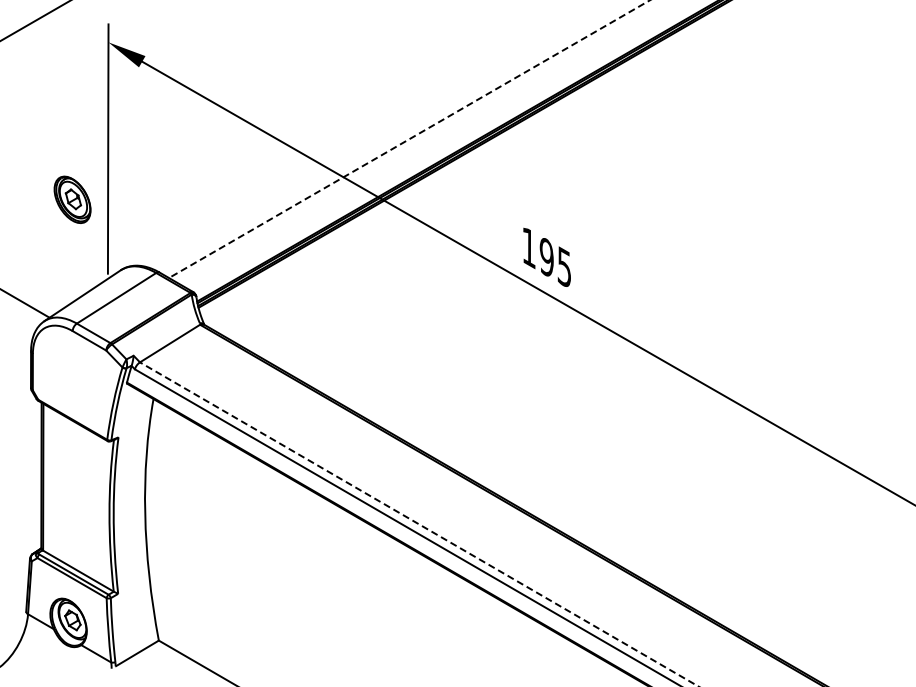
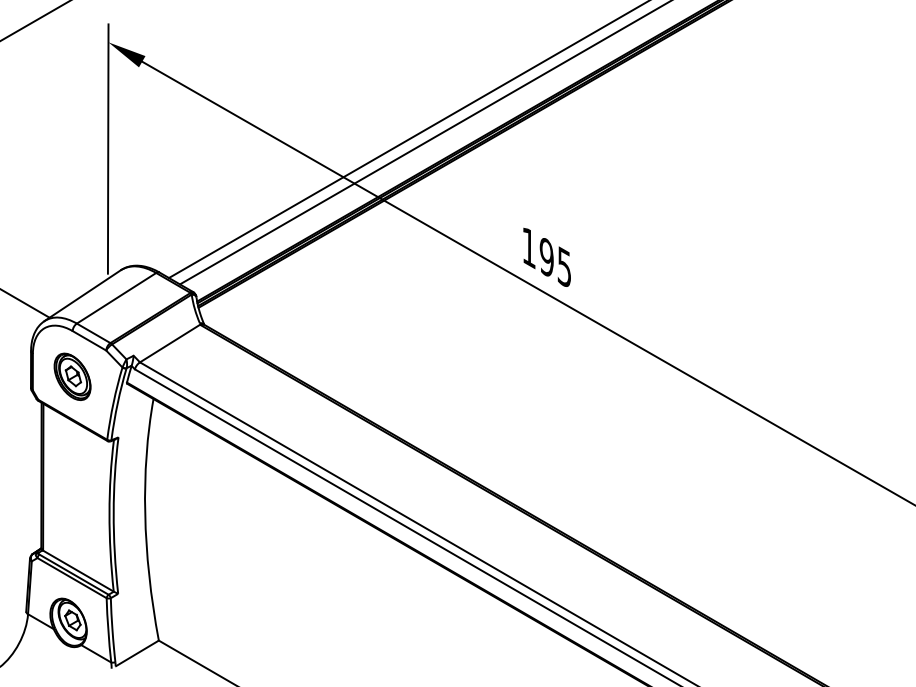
line at (409, 139): dashed -> solid
line at (424, 143): none -> present
part at (72, 199) position: (72, 199) -> (72, 376)
line at (419, 524): dashed -> solid
